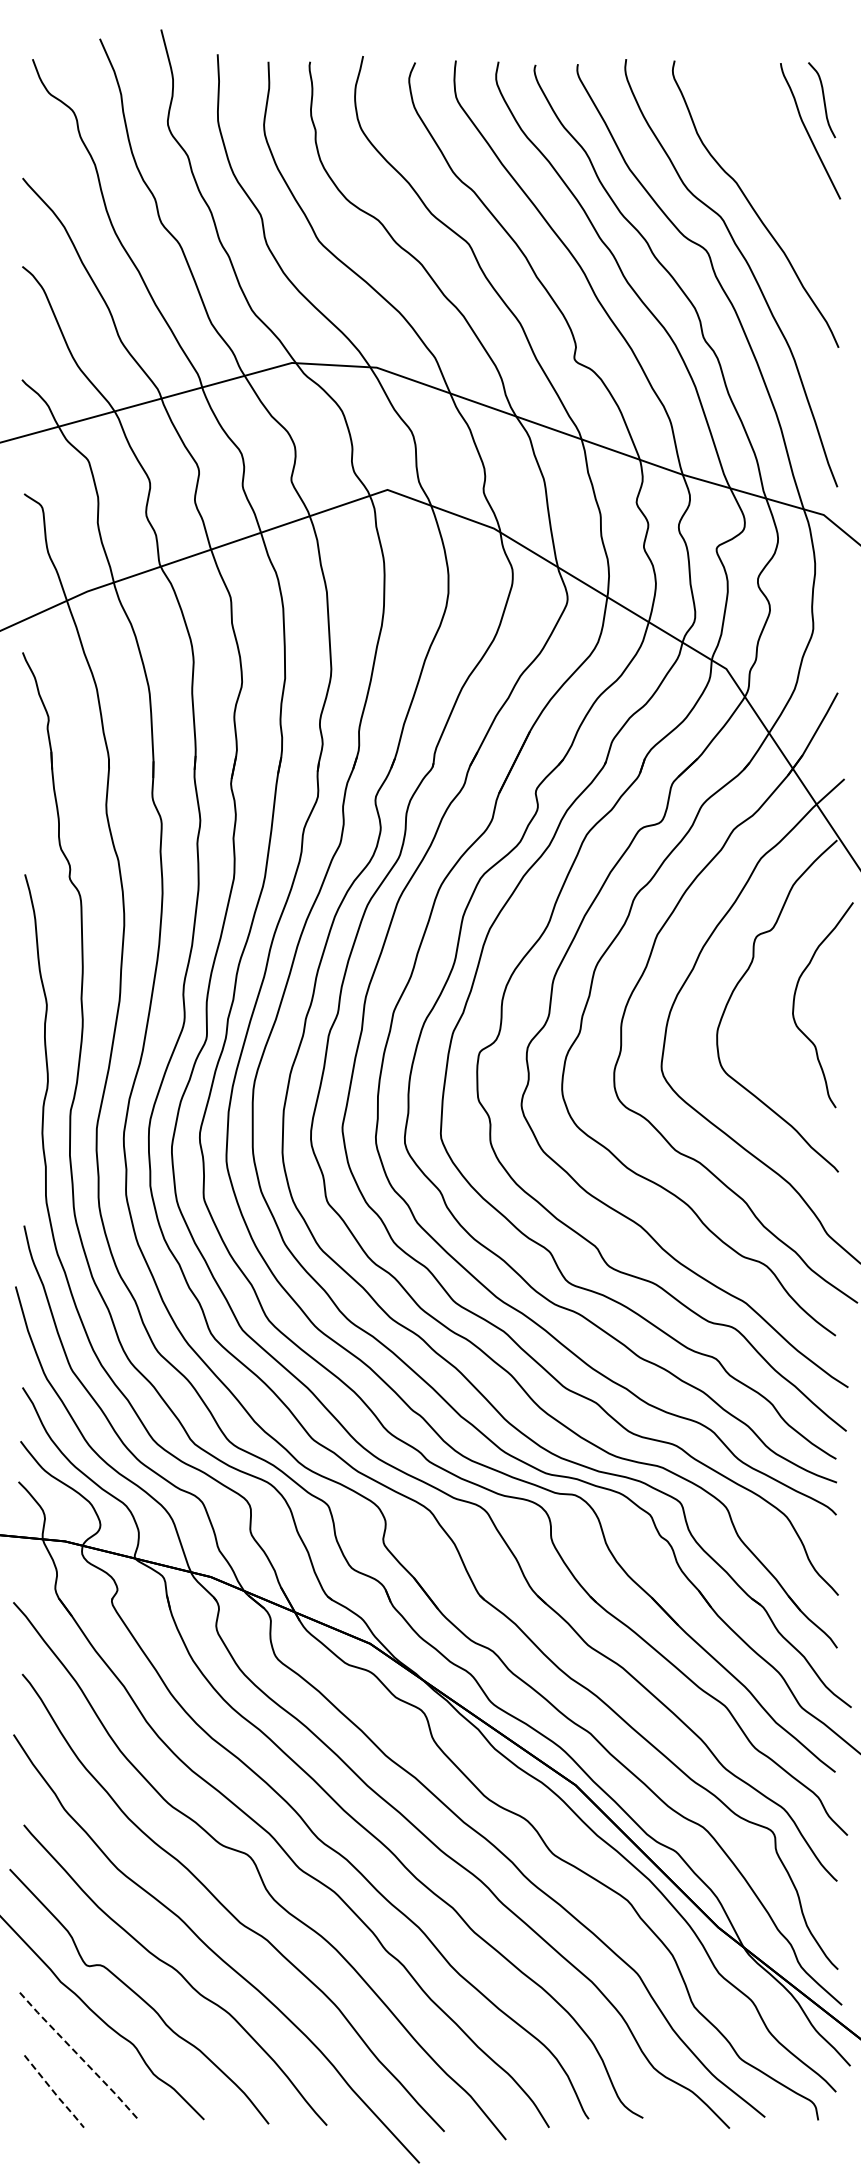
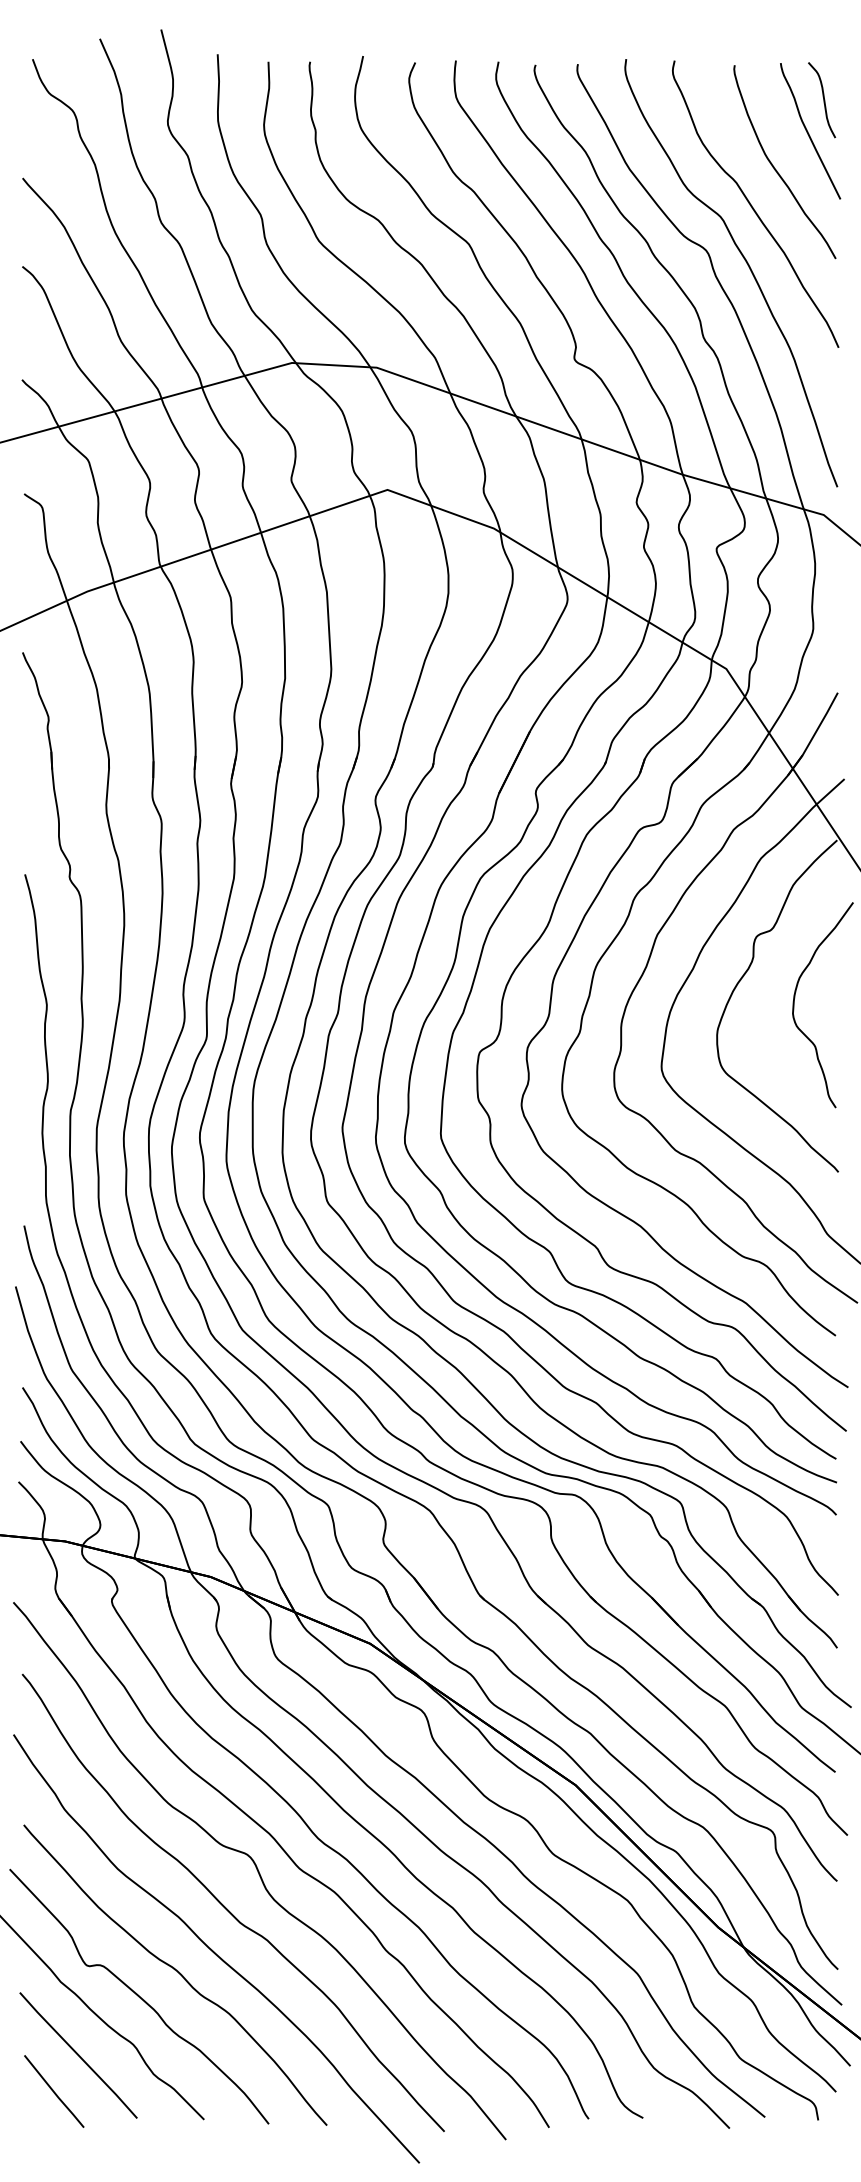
curve at (776, 169): none -> present
line at (78, 2055): dashed -> solid
line at (54, 2093): dashed -> solid
